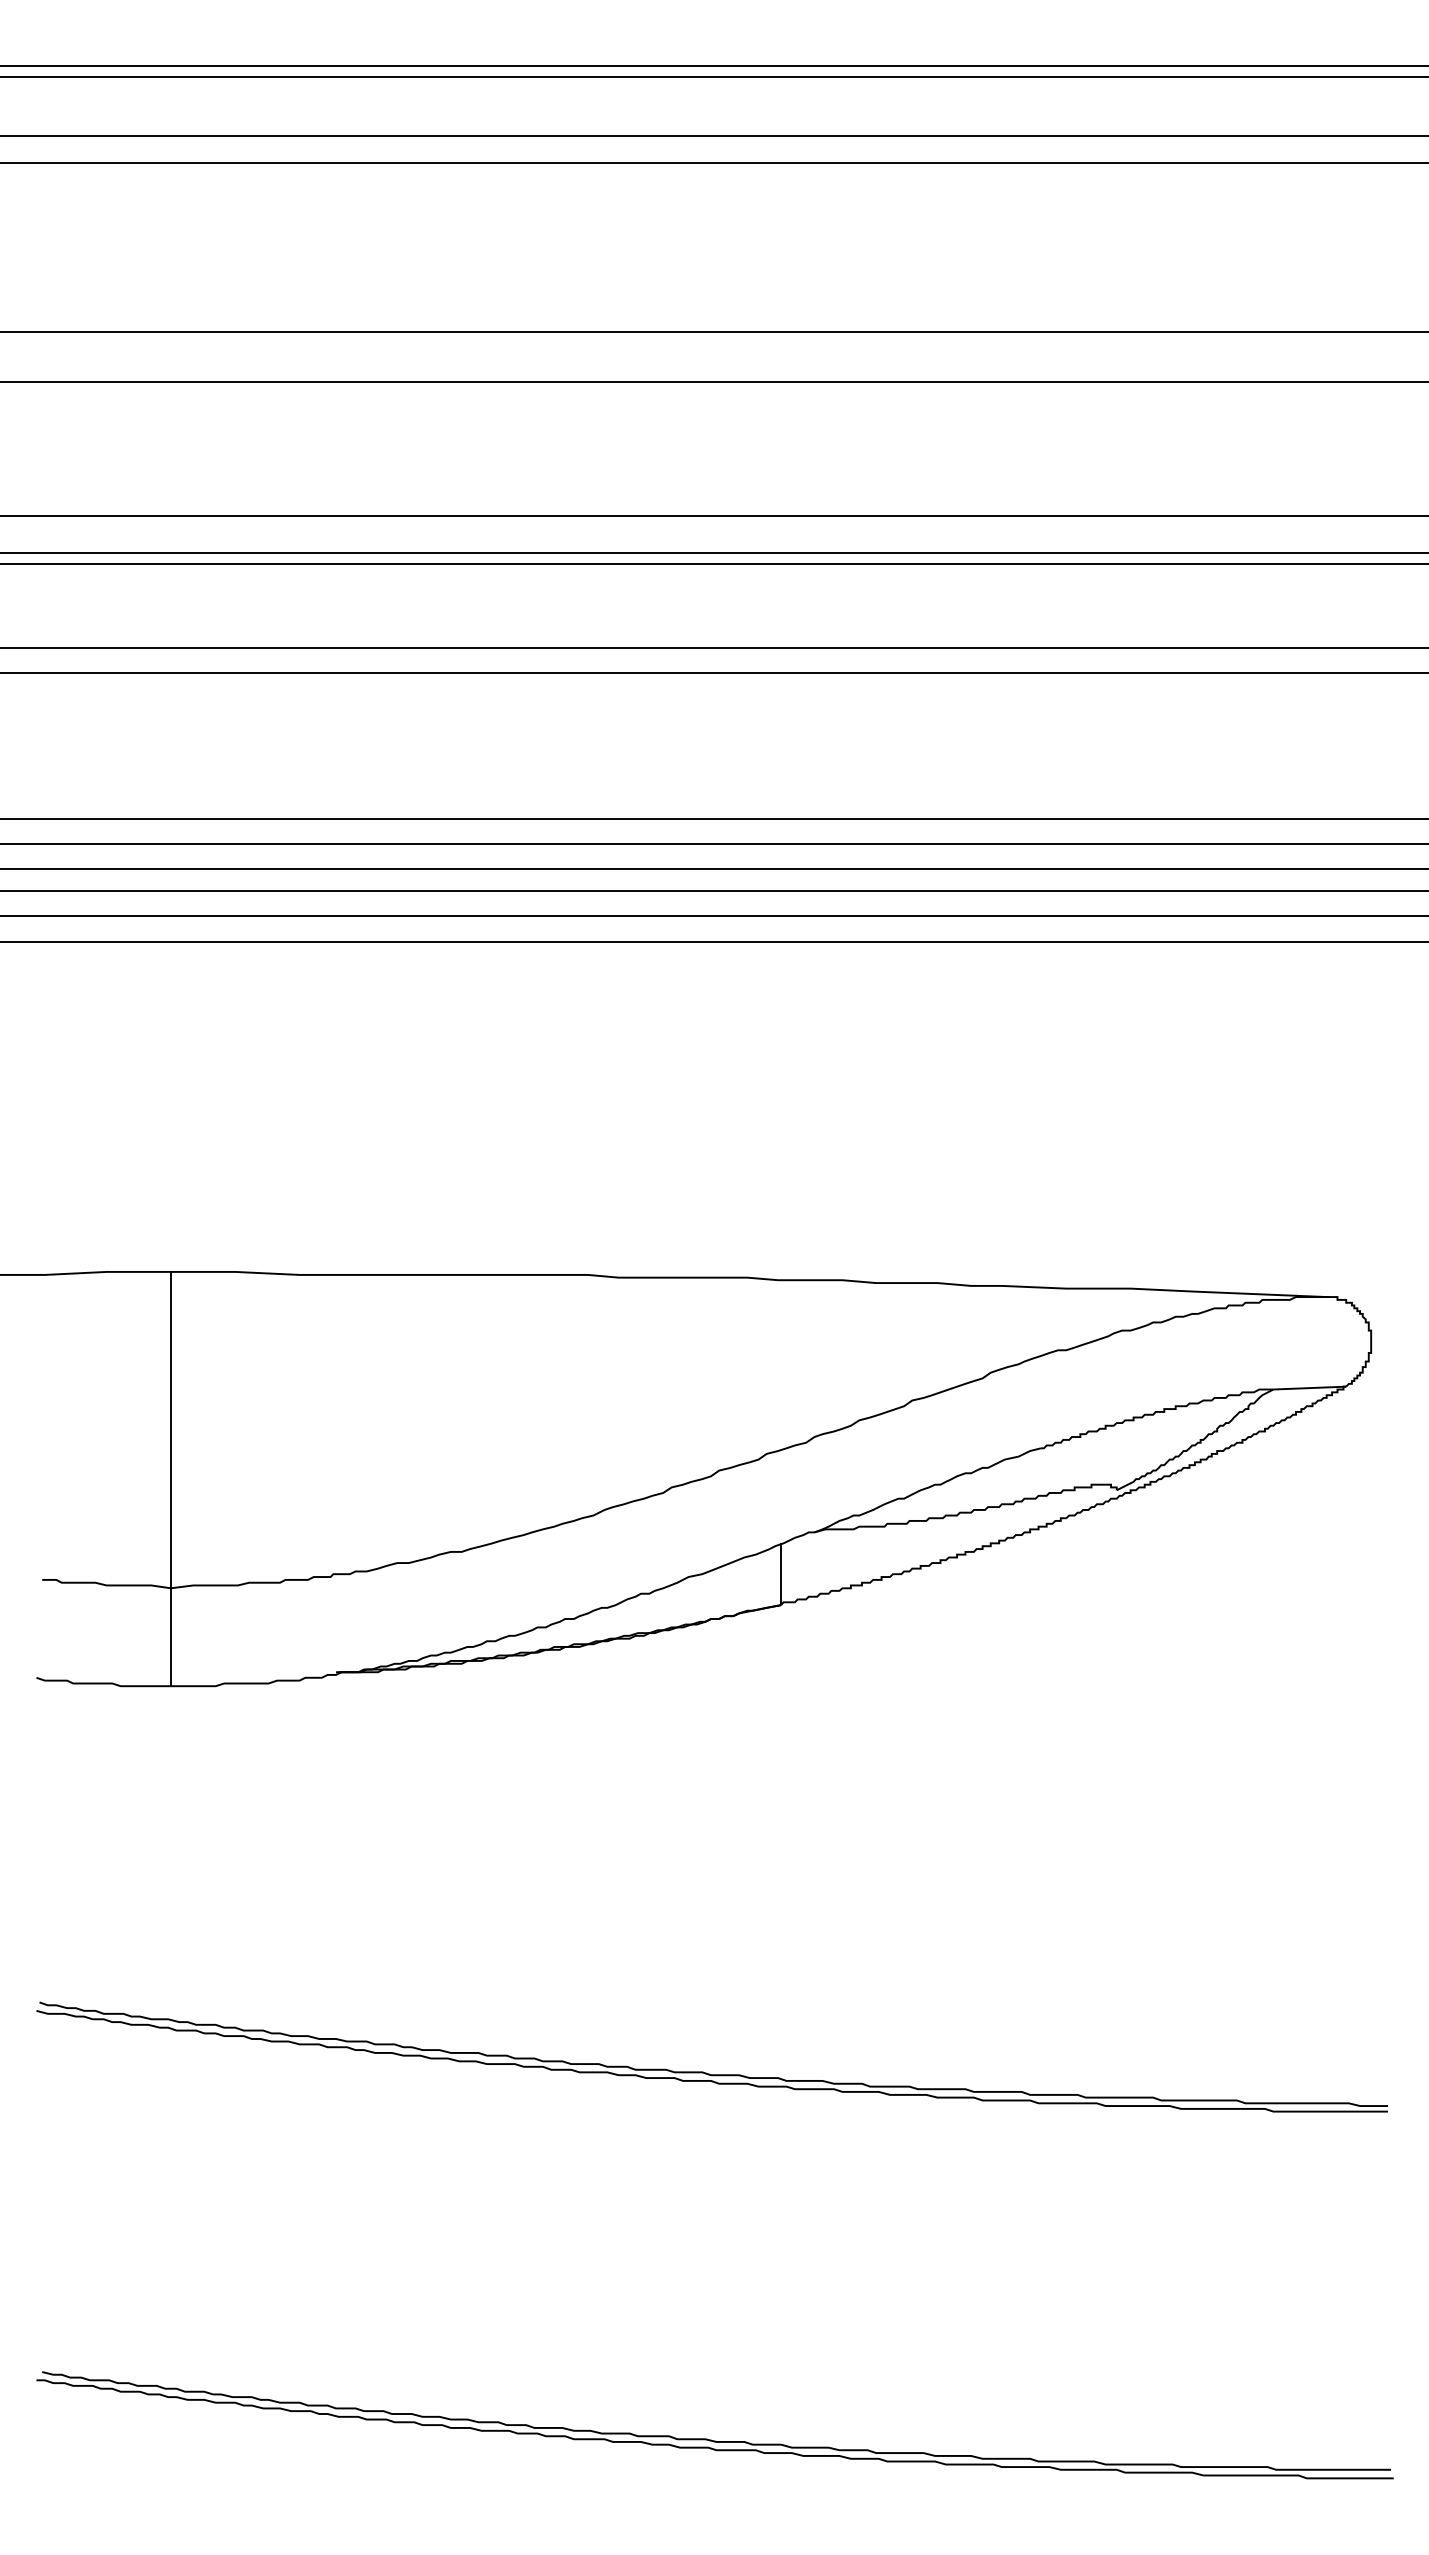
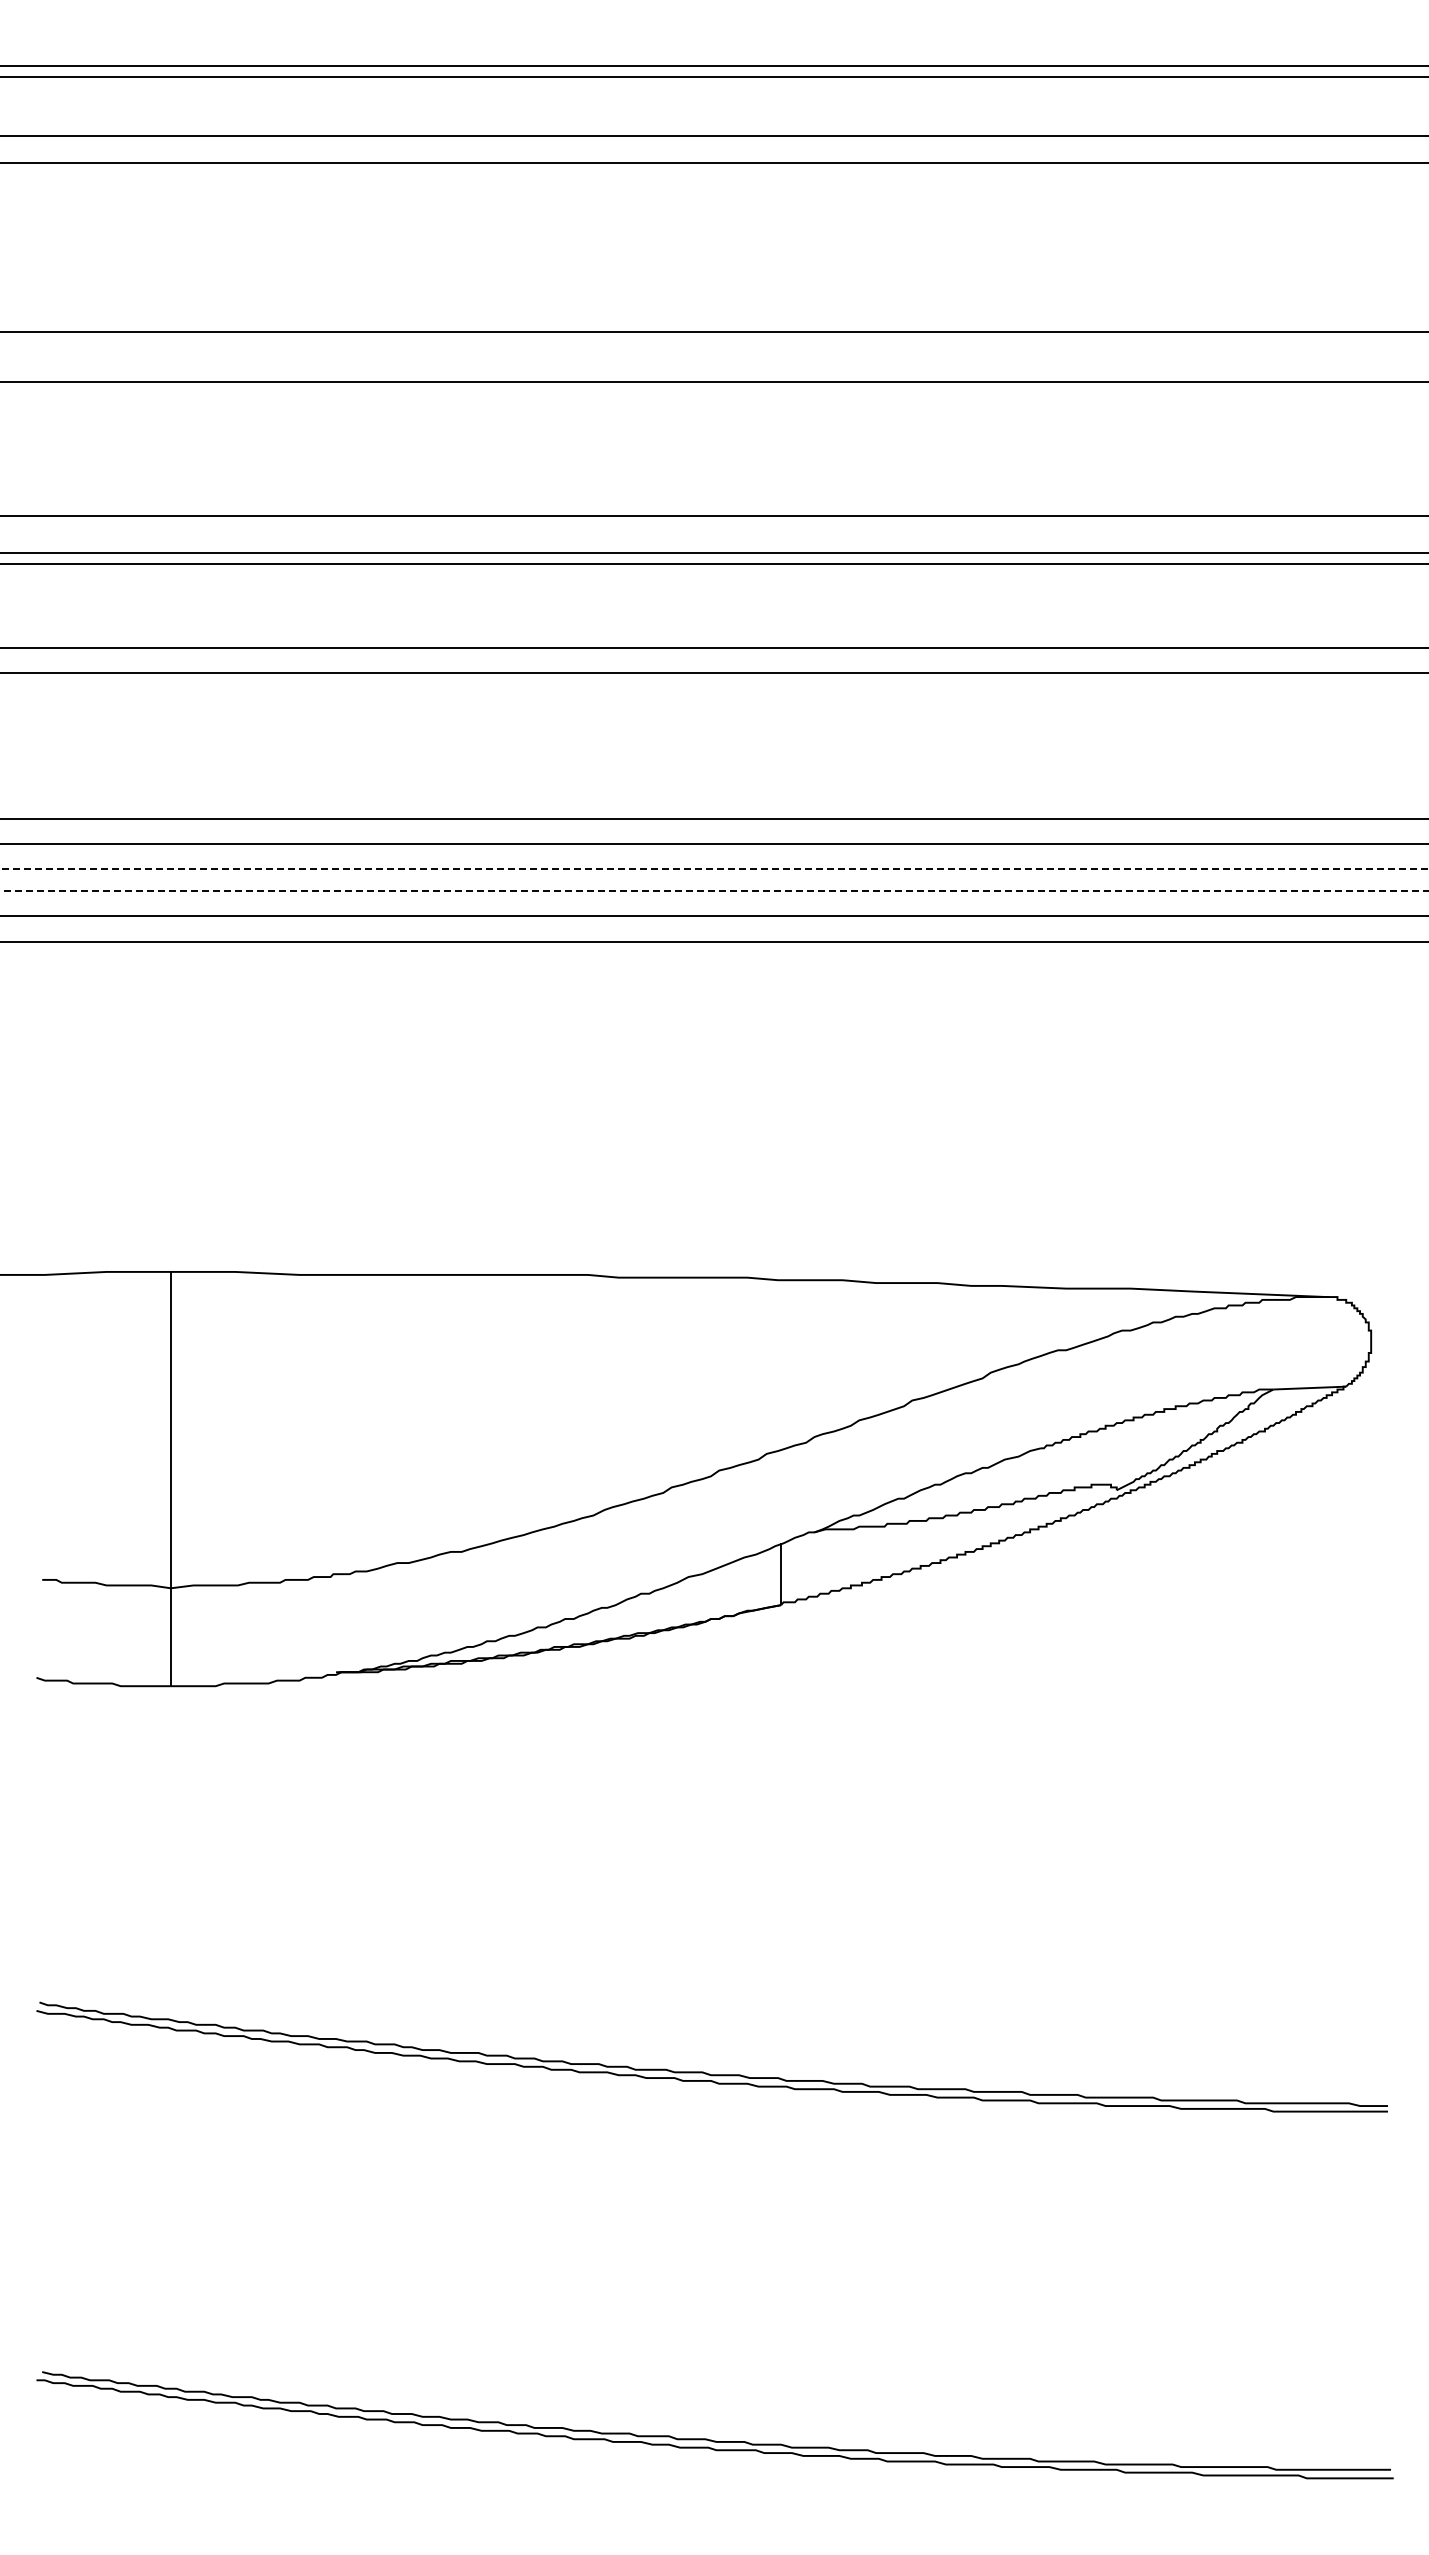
line at (714, 868): solid -> dashed
line at (714, 891): solid -> dashed
